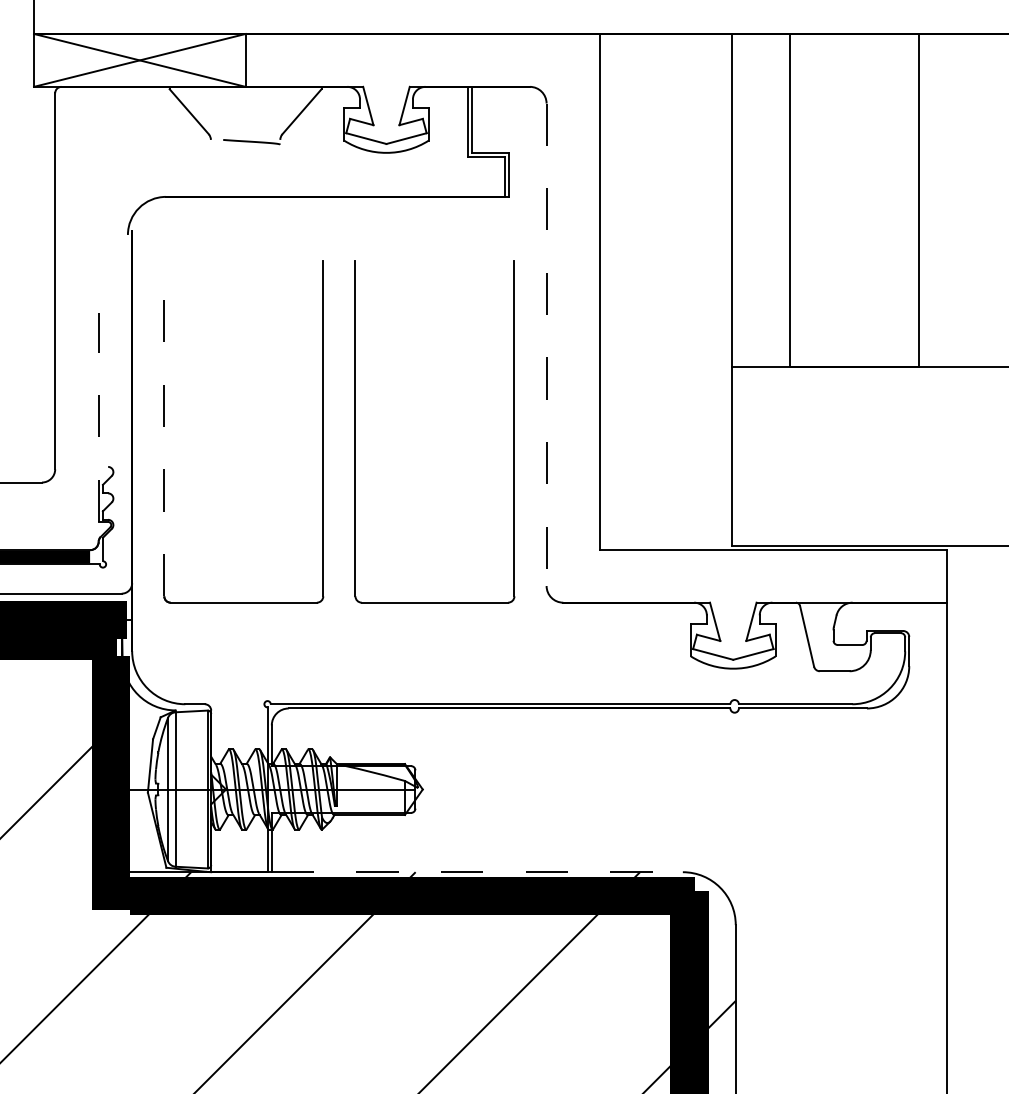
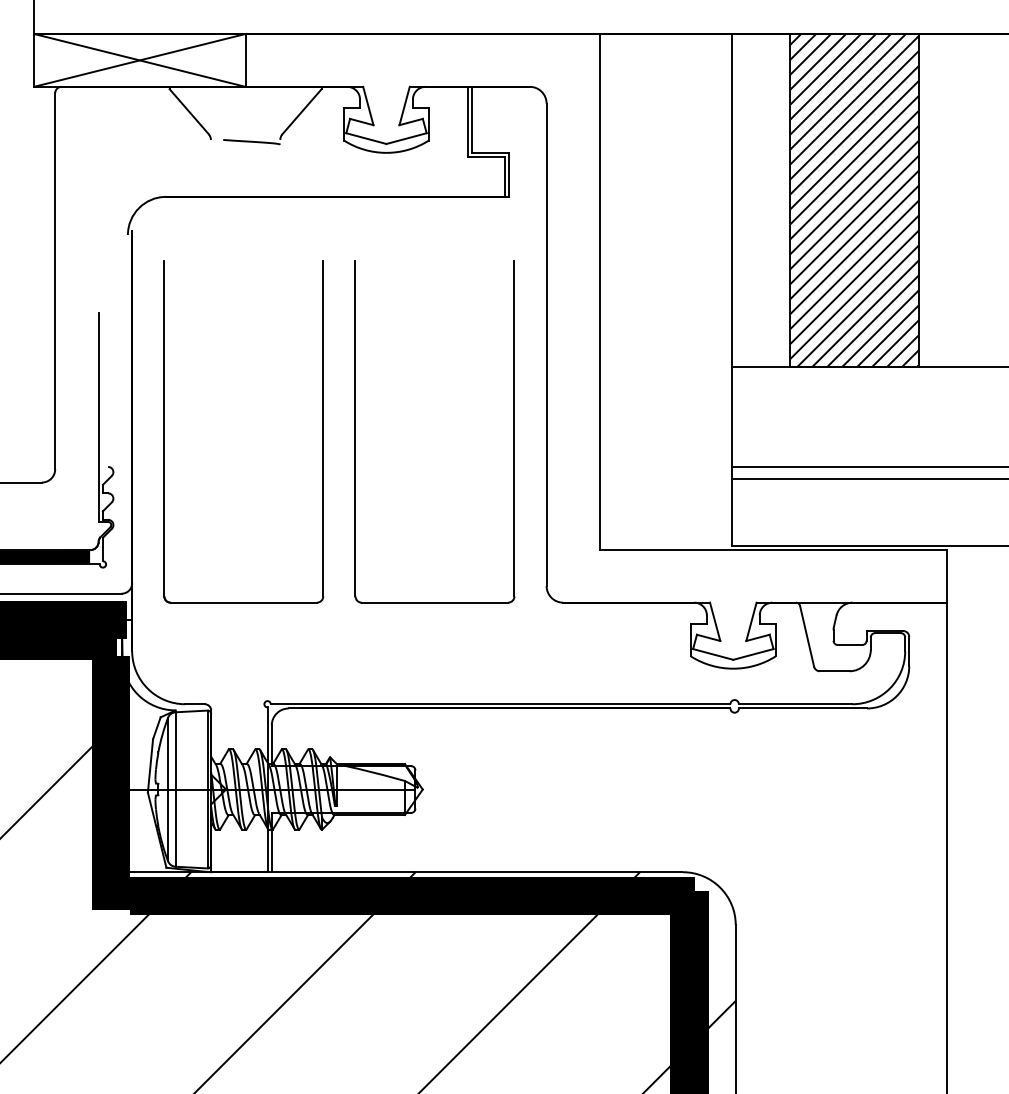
hatch at (854, 199): none -> present
line at (546, 345): dashed -> solid
line at (98, 417): dashed -> solid
line at (164, 428): dashed -> solid
line at (868, 466): none -> present
line at (868, 479): none -> present
line at (477, 872): dashed -> solid
